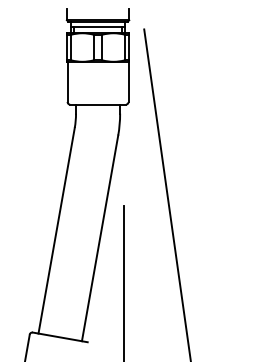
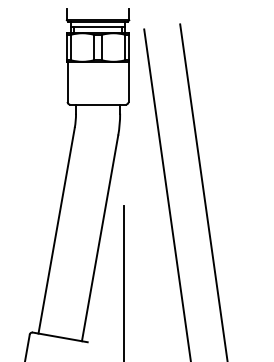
line at (203, 191): none -> present
